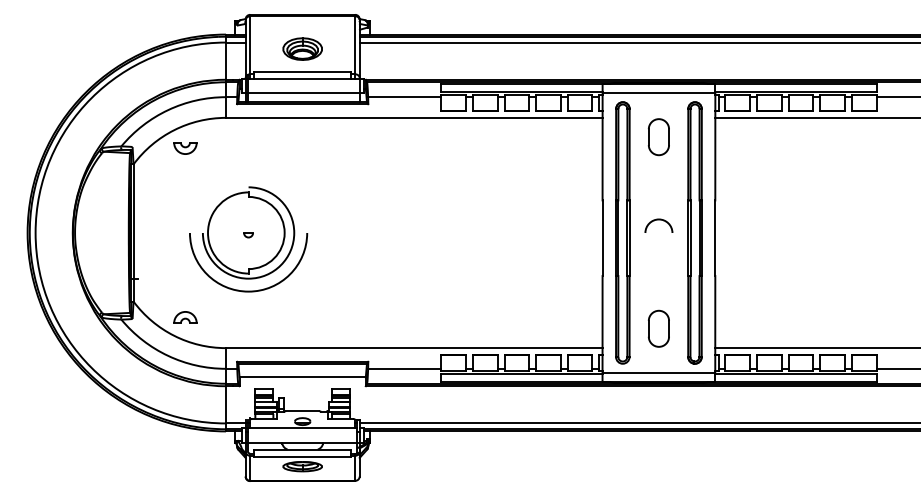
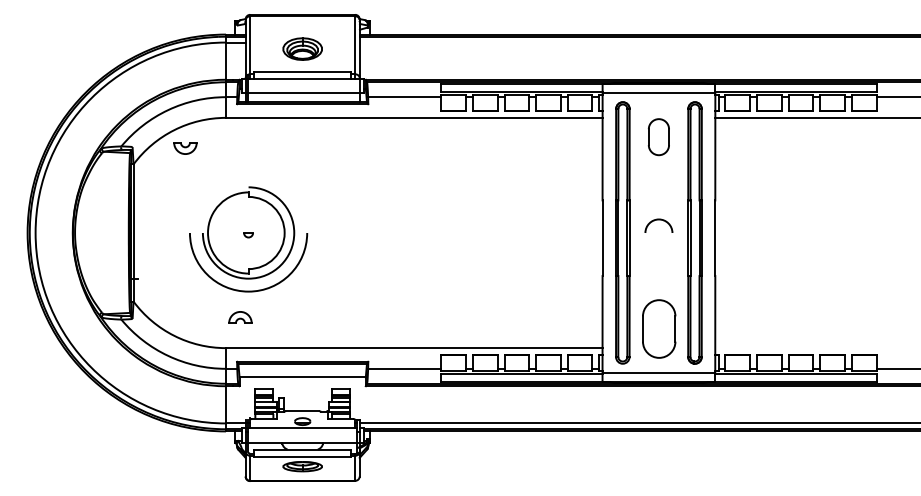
line at (638, 42): present -> none
part at (185, 317) position: (185, 317) -> (240, 317)
part at (658, 328) size: 23x39 px -> 35x60 px
line at (816, 348): present -> none
